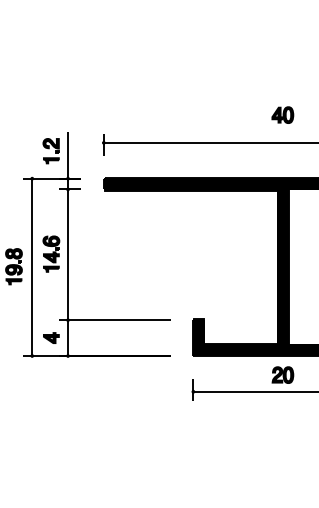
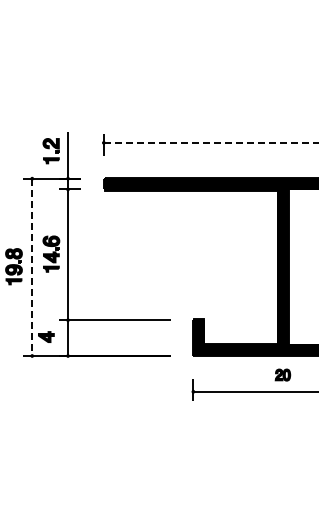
part at (282, 114): present -> none
line at (211, 142): solid -> dashed
line at (32, 267): solid -> dashed
part at (51, 337) position: (51, 337) -> (46, 336)
part at (282, 374) size: 24x18 px -> 18x14 px
